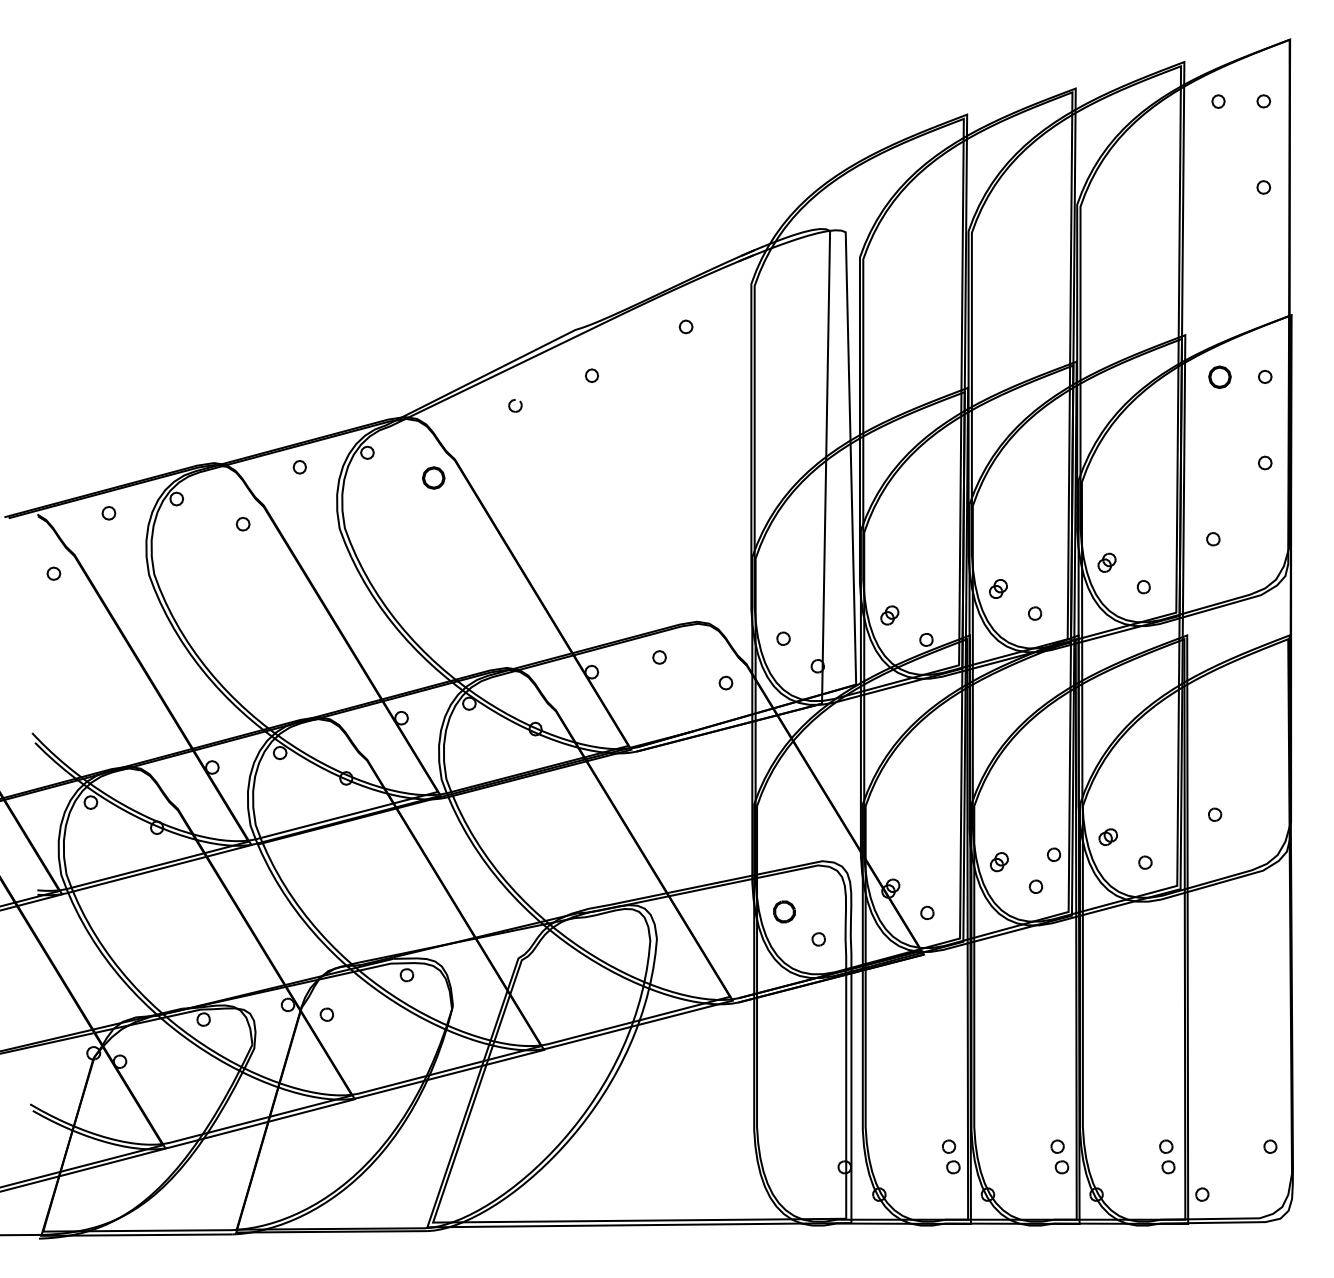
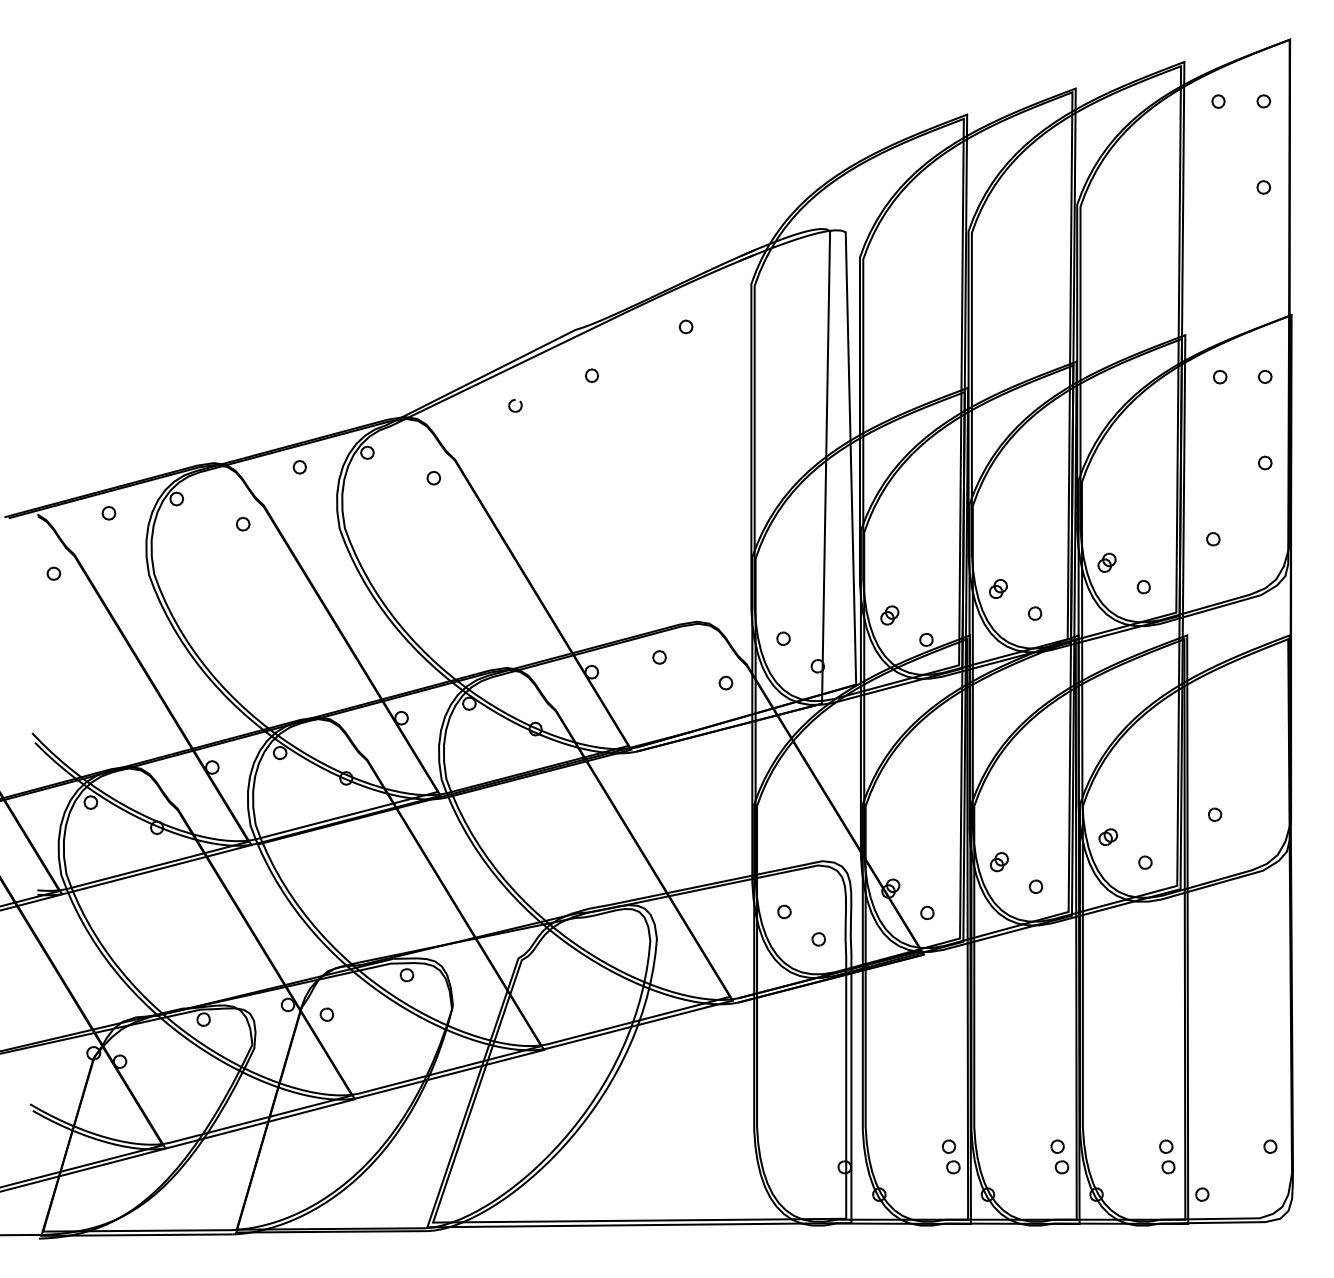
part at (1219, 377) size: 24x25 px -> 15x16 px
part at (433, 477) size: 24x24 px -> 16x15 px
part at (1053, 854): present -> none
part at (784, 911) size: 23x24 px -> 15x16 px
